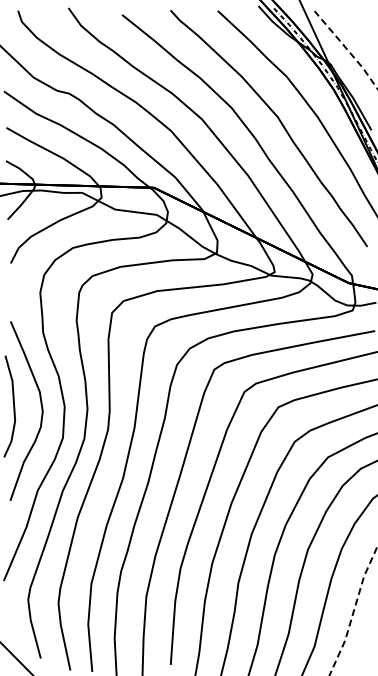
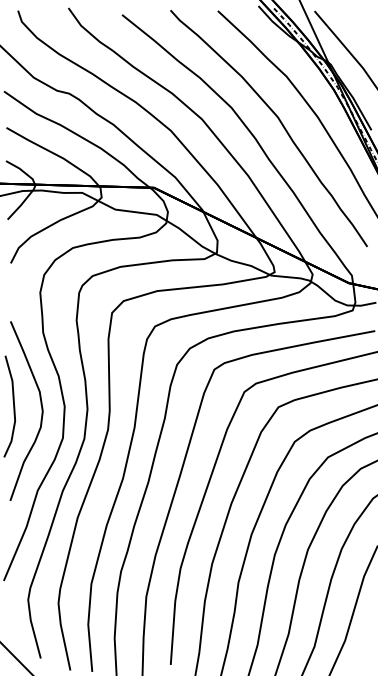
line at (347, 49): dashed -> solid
line at (354, 610): dashed -> solid
